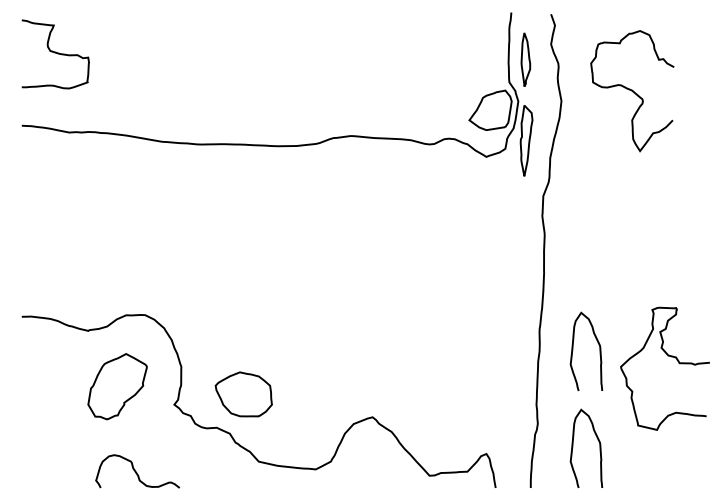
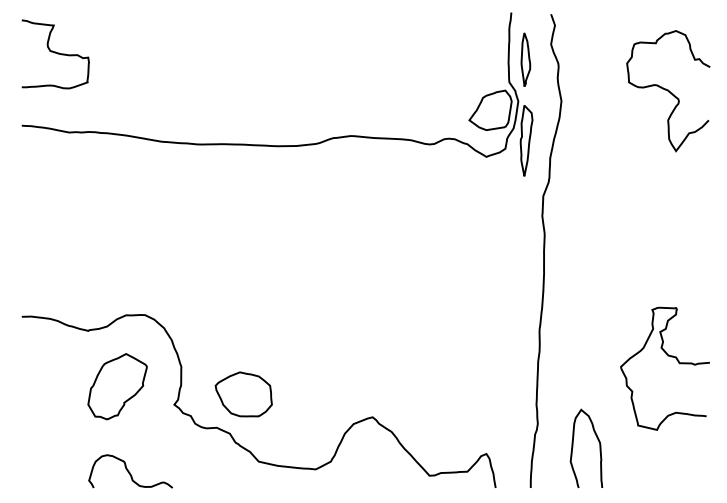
curve at (632, 91) position: (632, 91) -> (668, 91)
curve at (598, 345): present -> none
curve at (136, 471) position: (136, 471) -> (129, 471)
